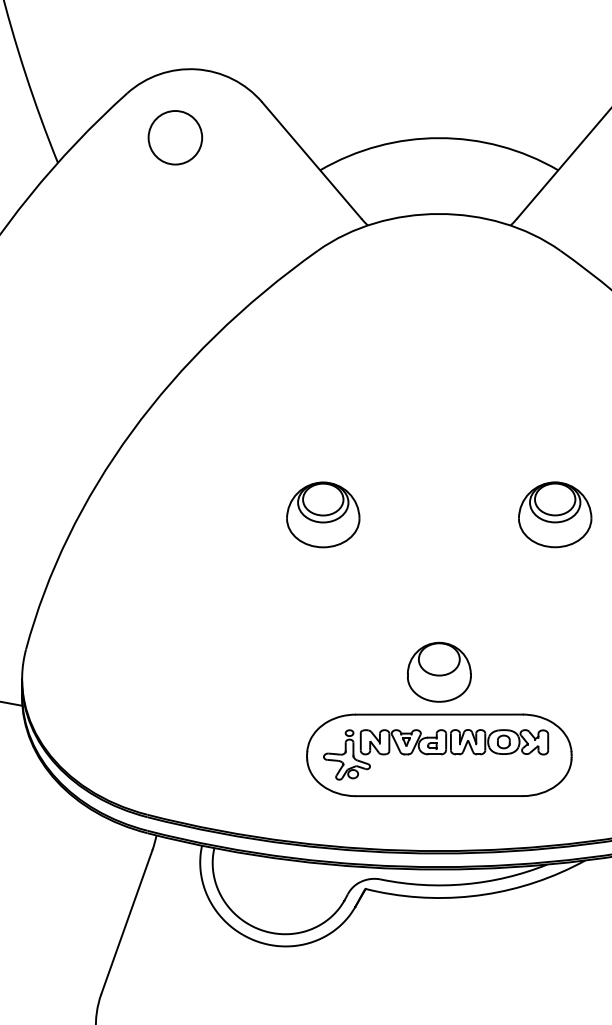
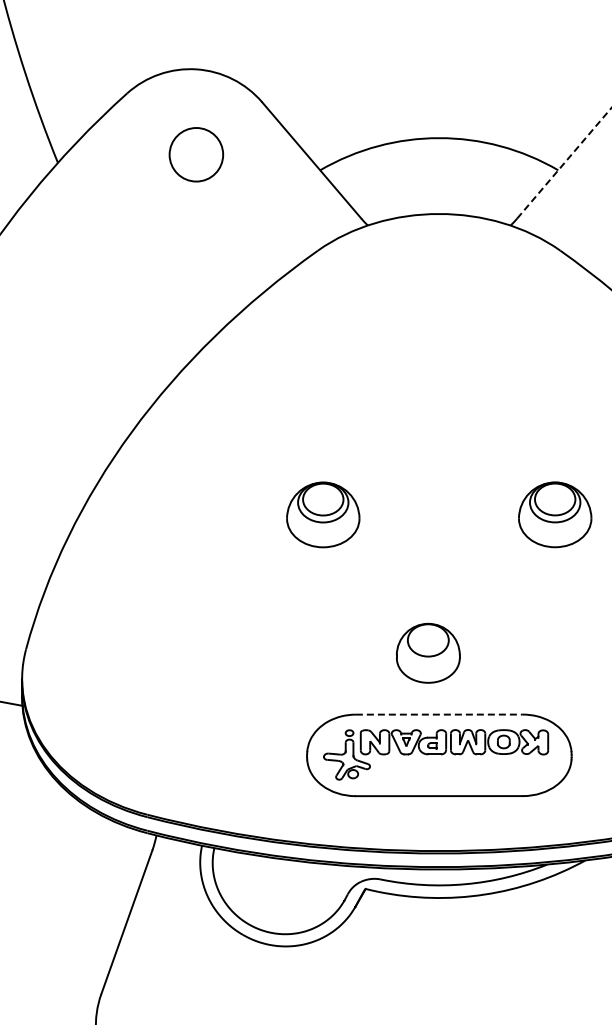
circle at (175, 137) position: (175, 137) -> (196, 154)
line at (564, 163): solid -> dashed
part at (439, 671) position: (439, 671) -> (428, 652)
line at (439, 714): solid -> dashed
